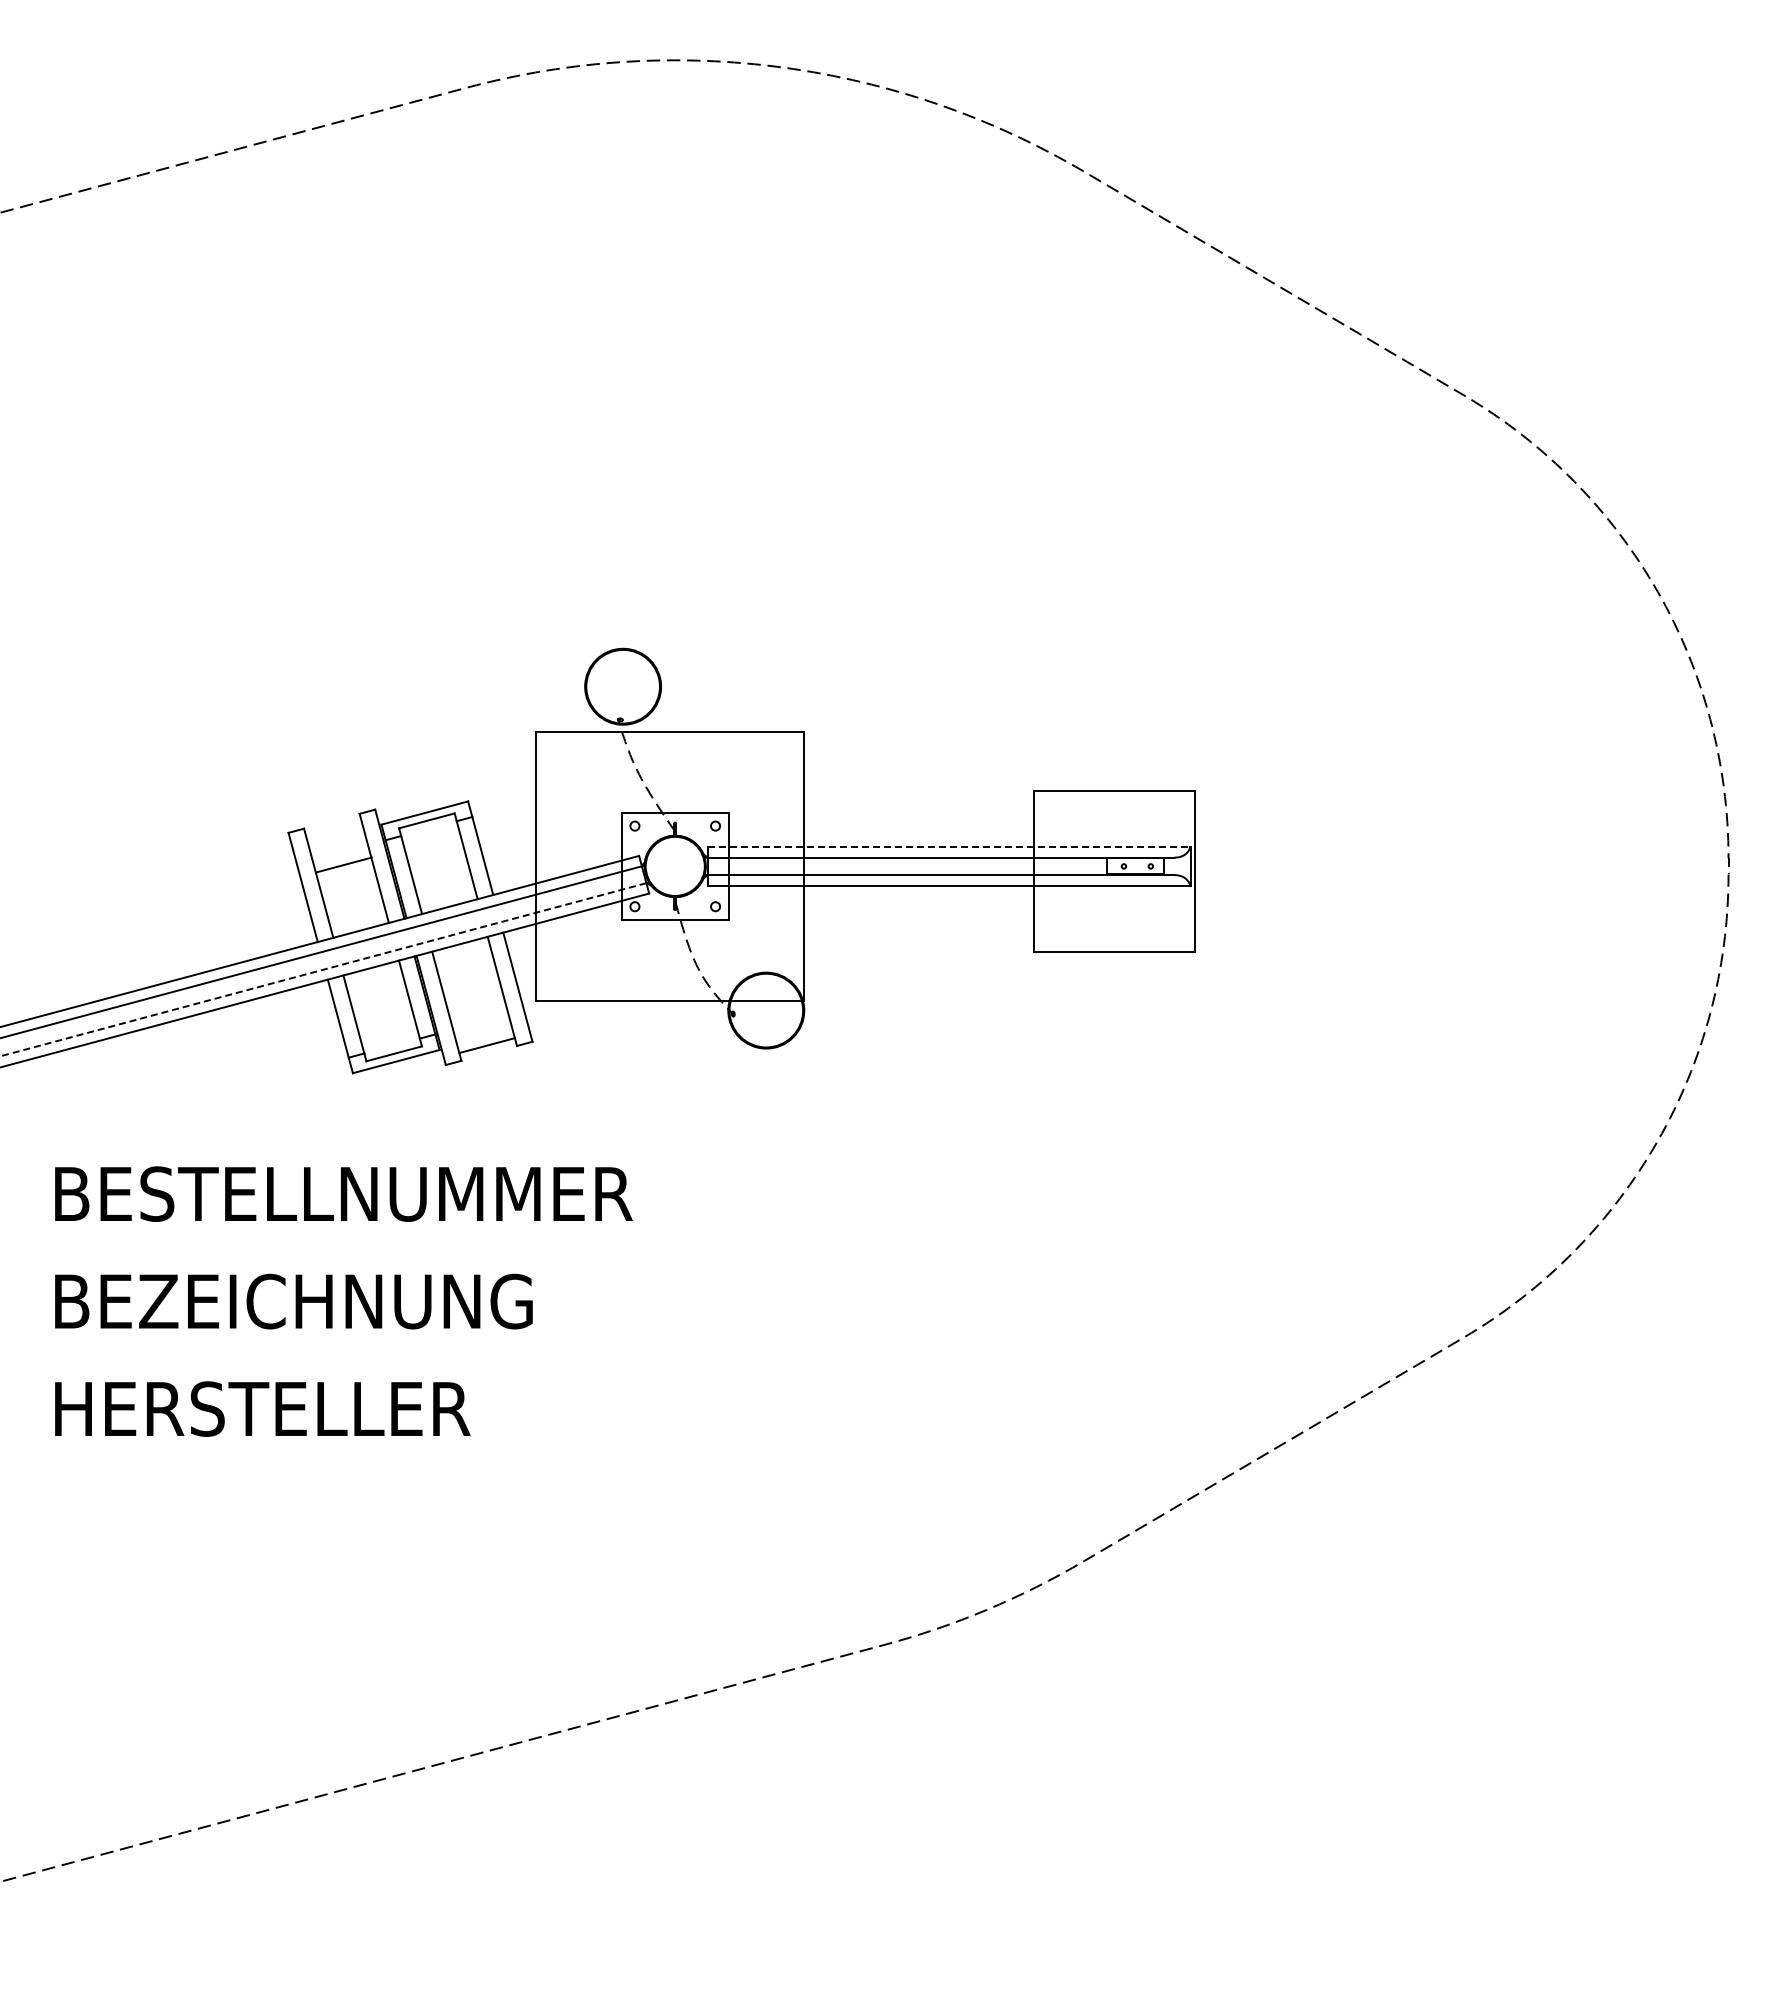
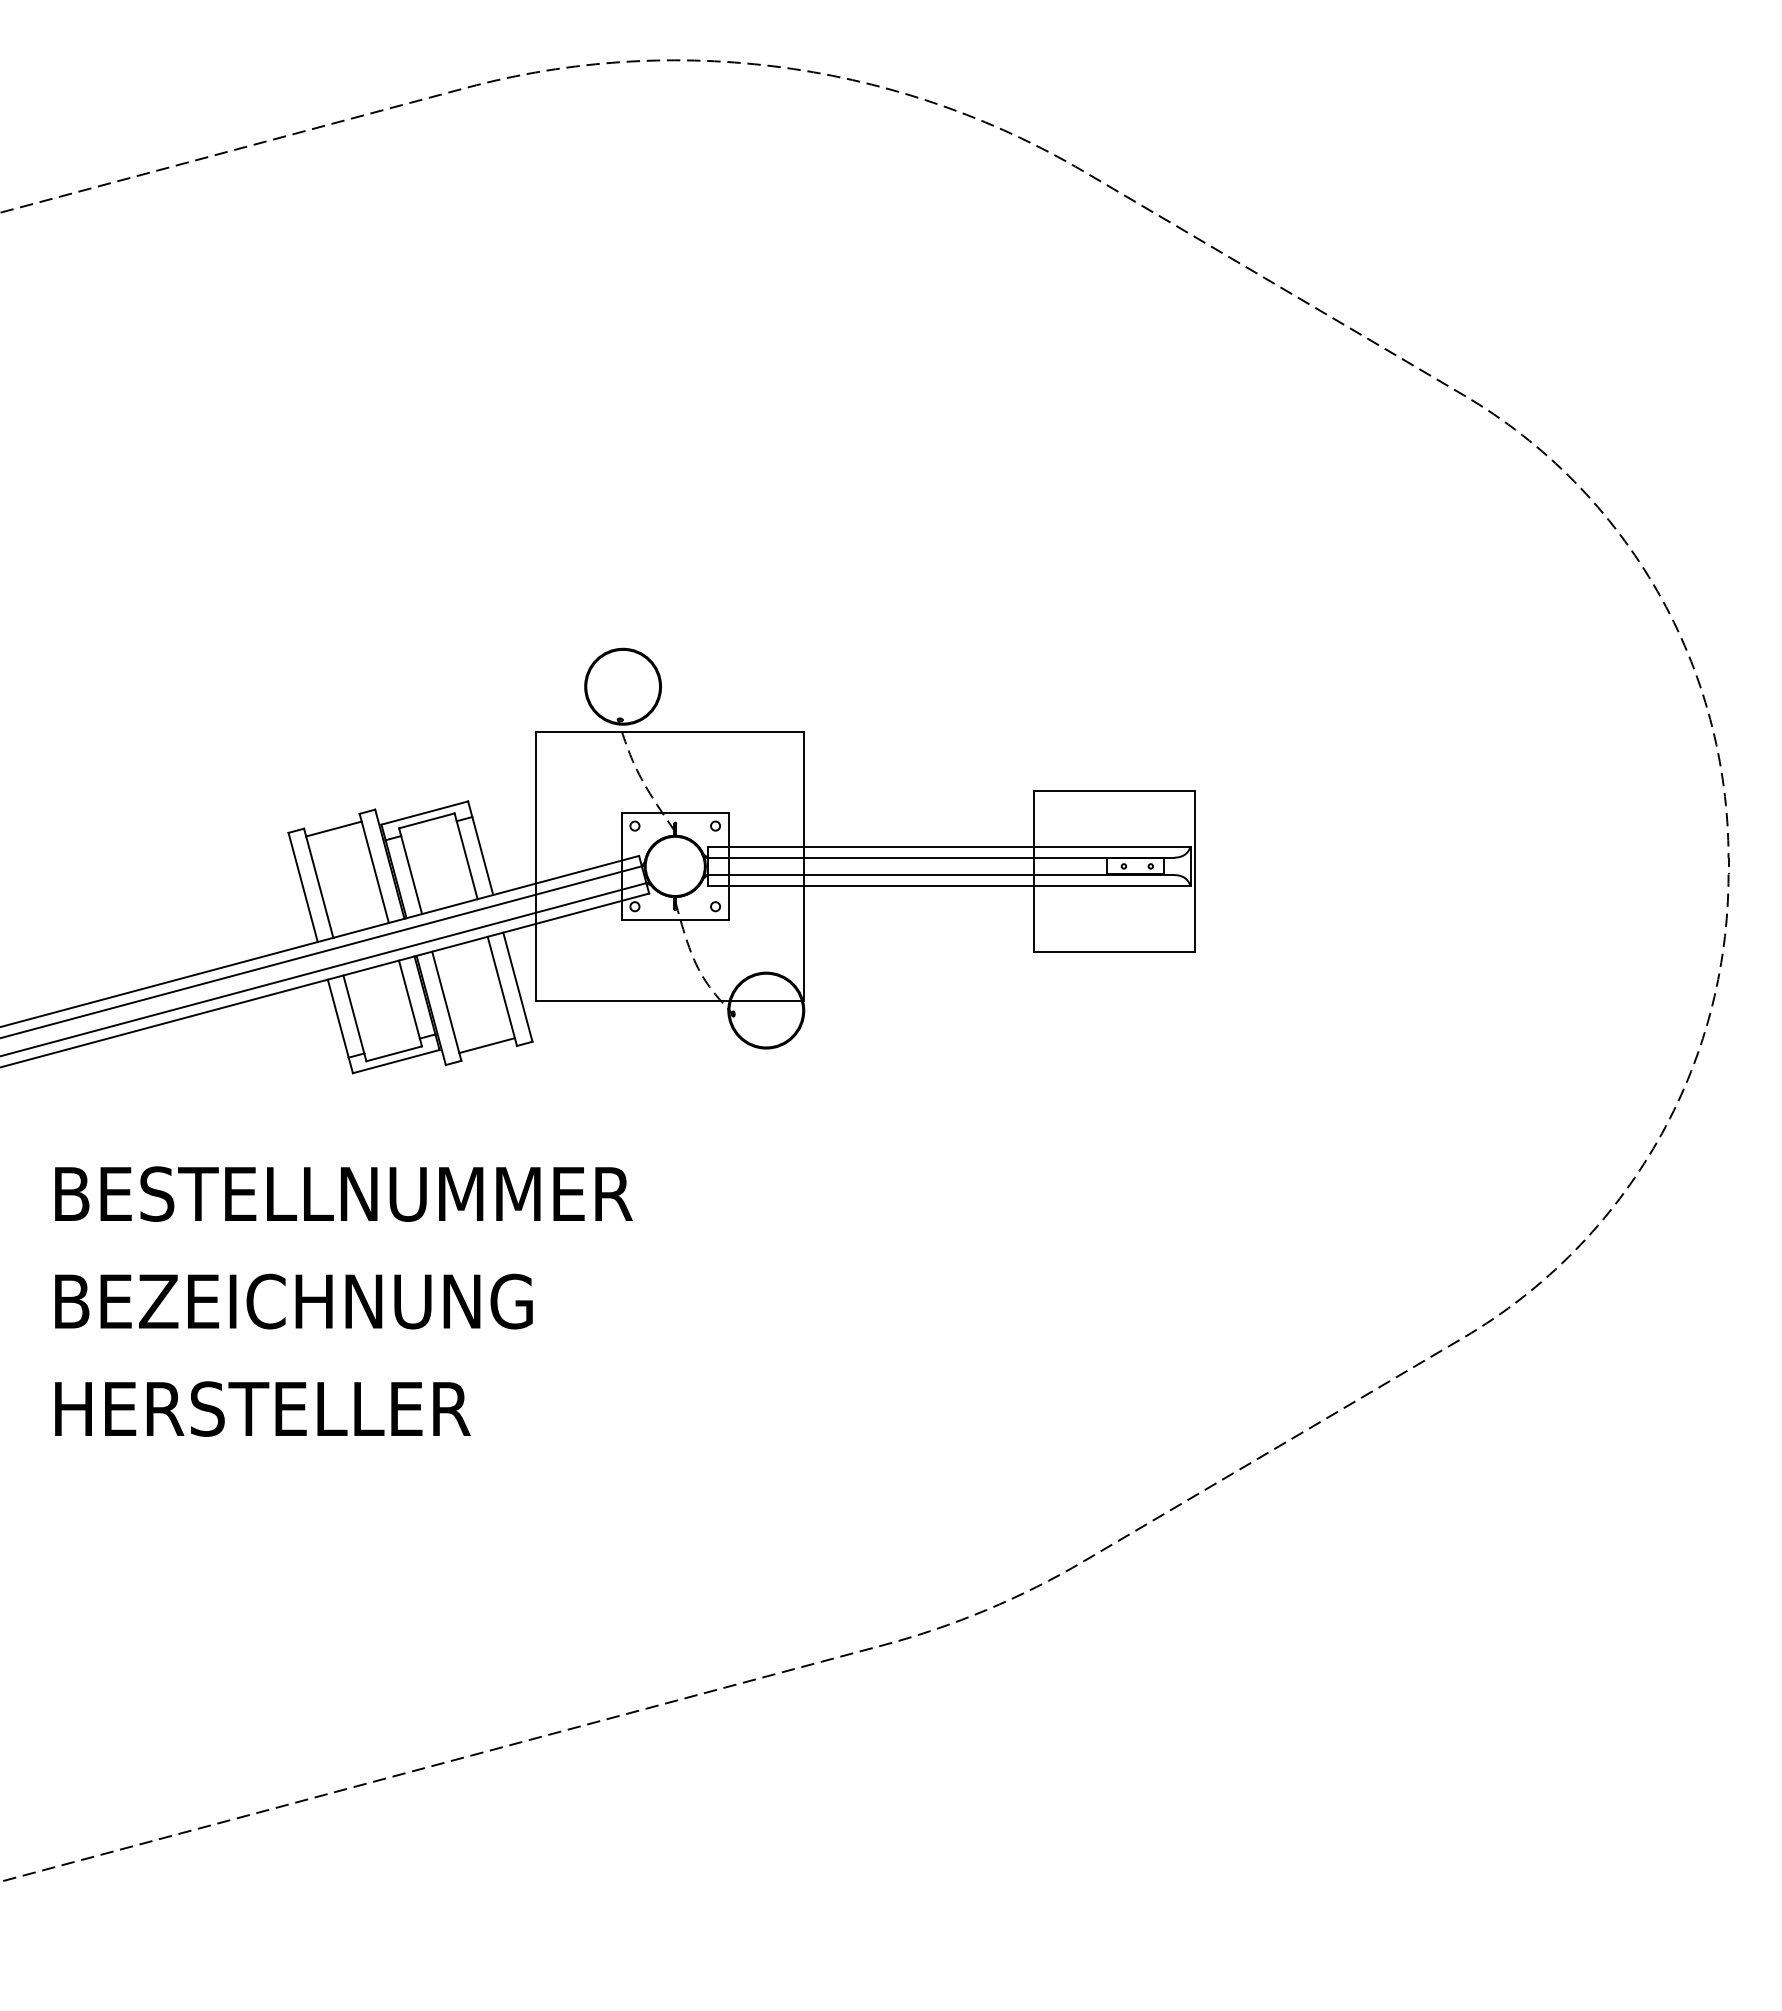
line at (949, 846): dashed -> solid
line at (343, 864) position: (343, 864) -> (333, 828)
line at (323, 969): dashed -> solid
